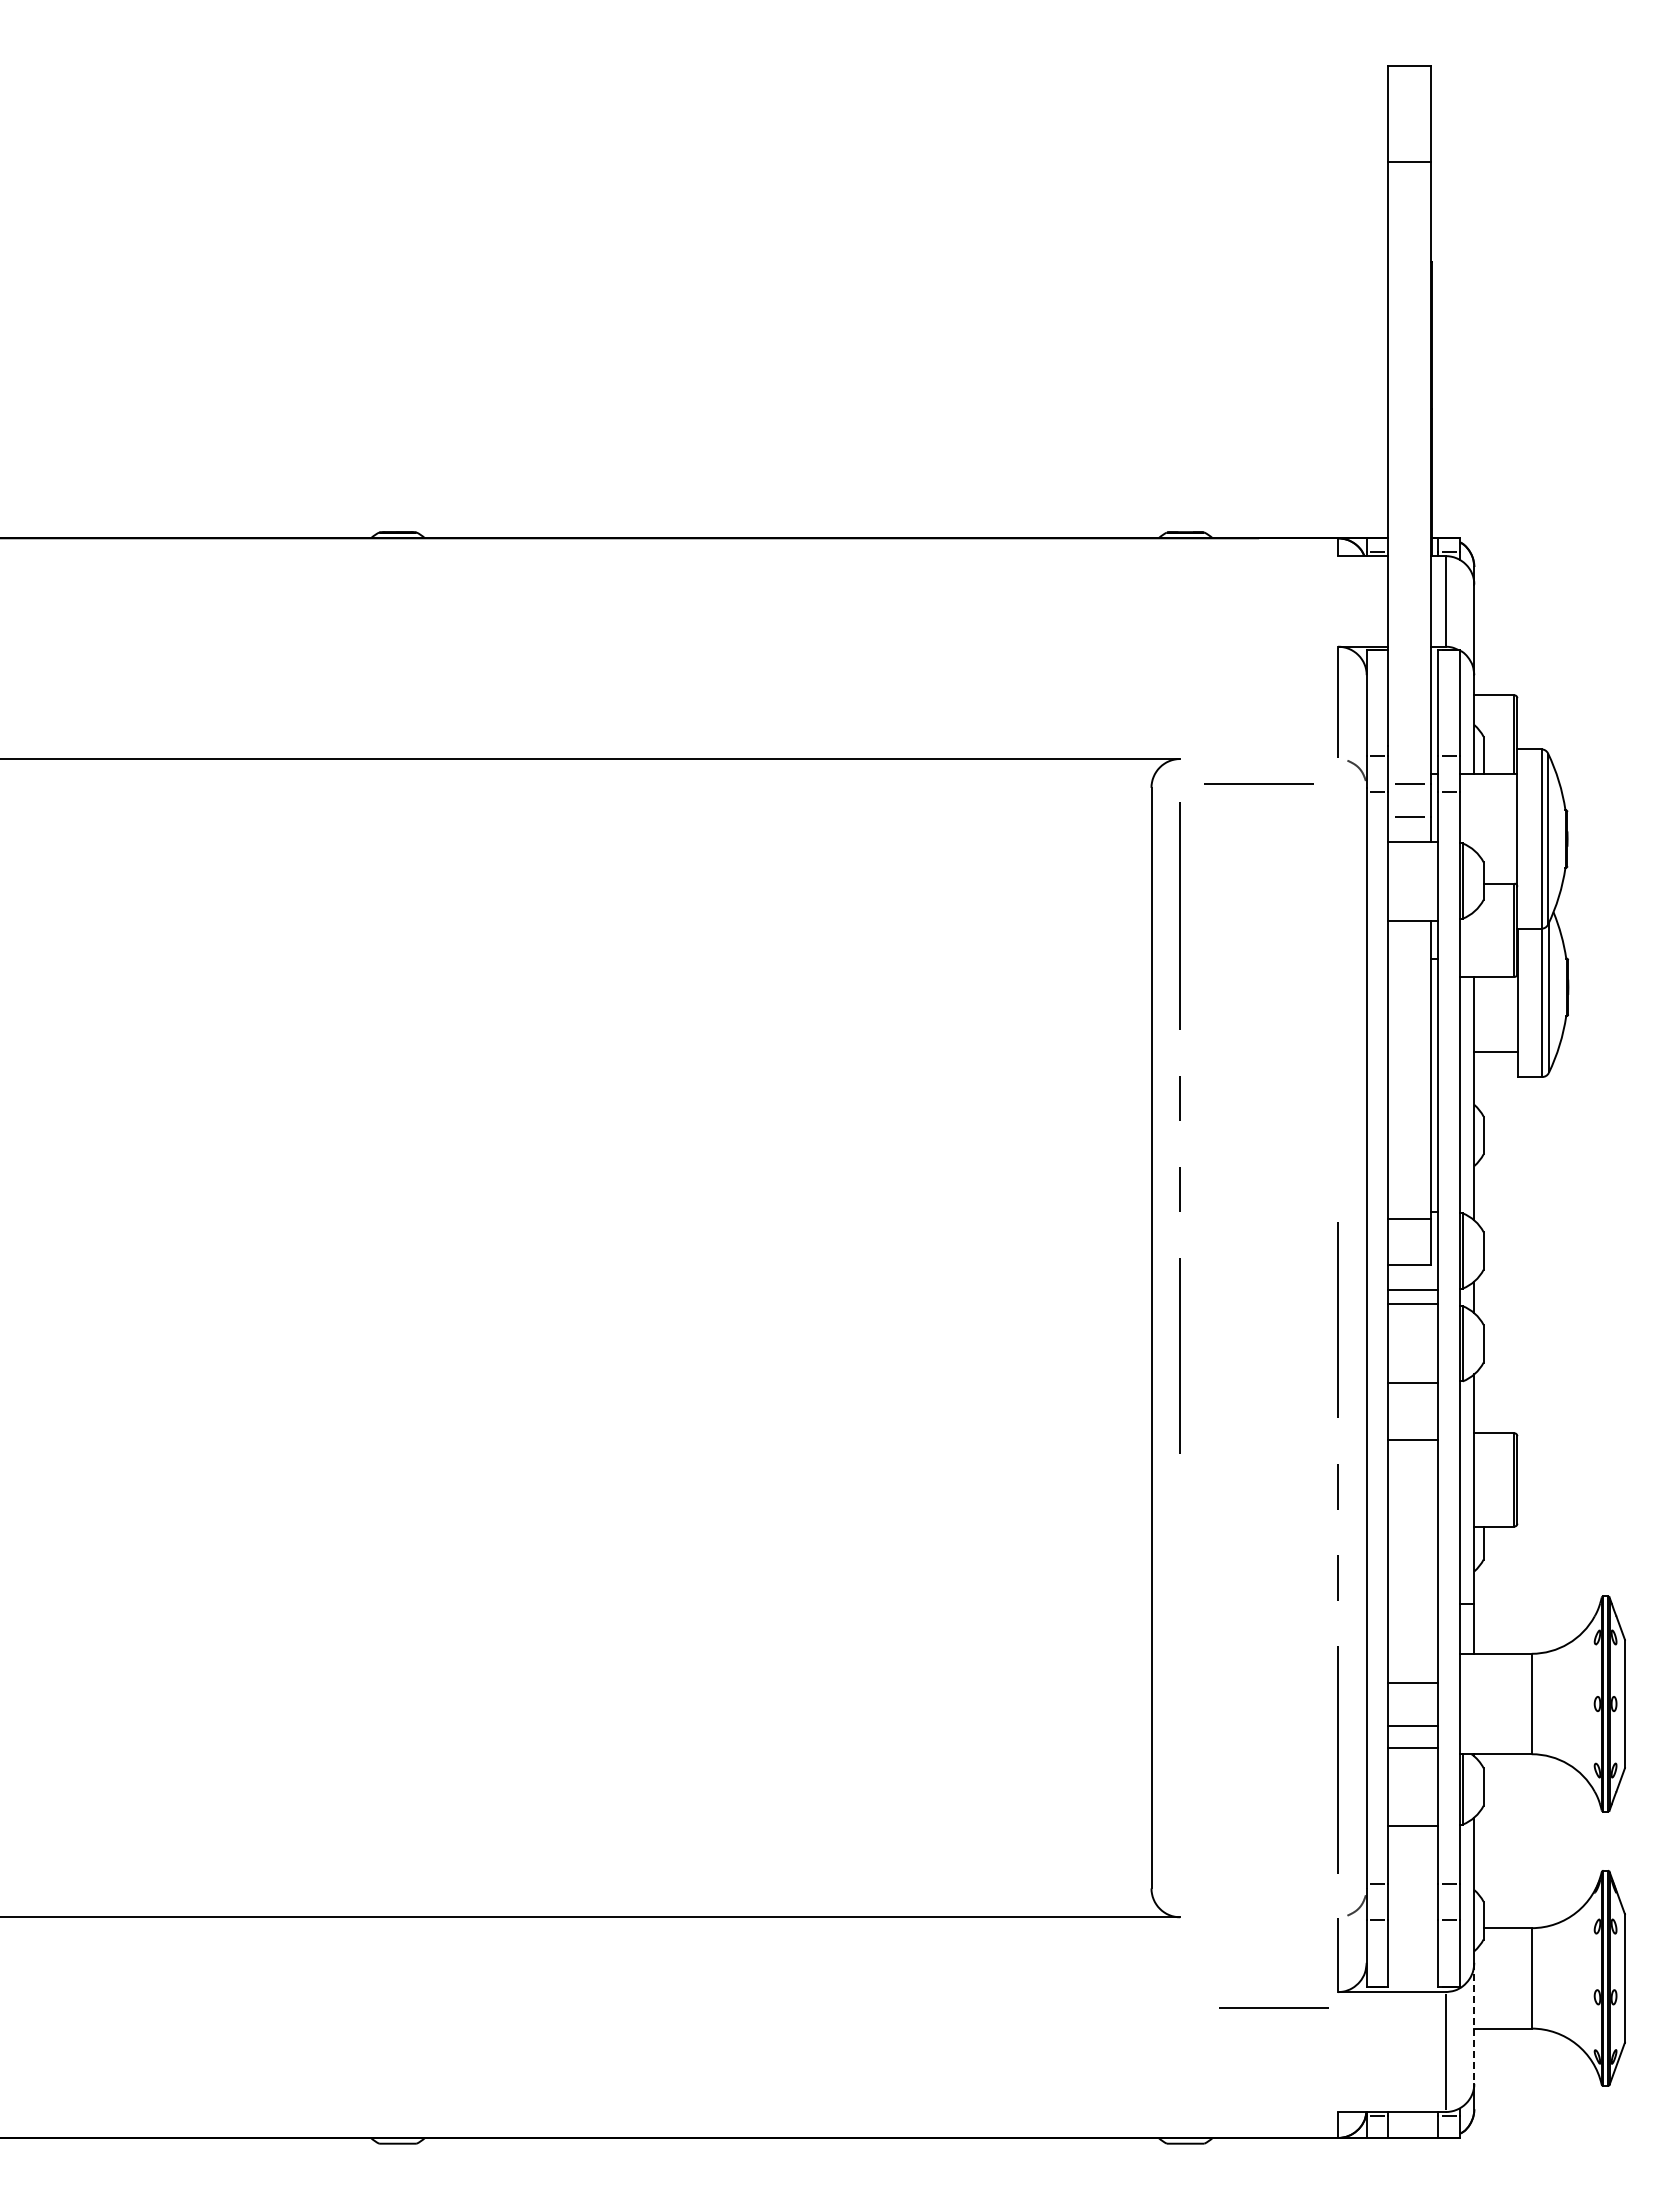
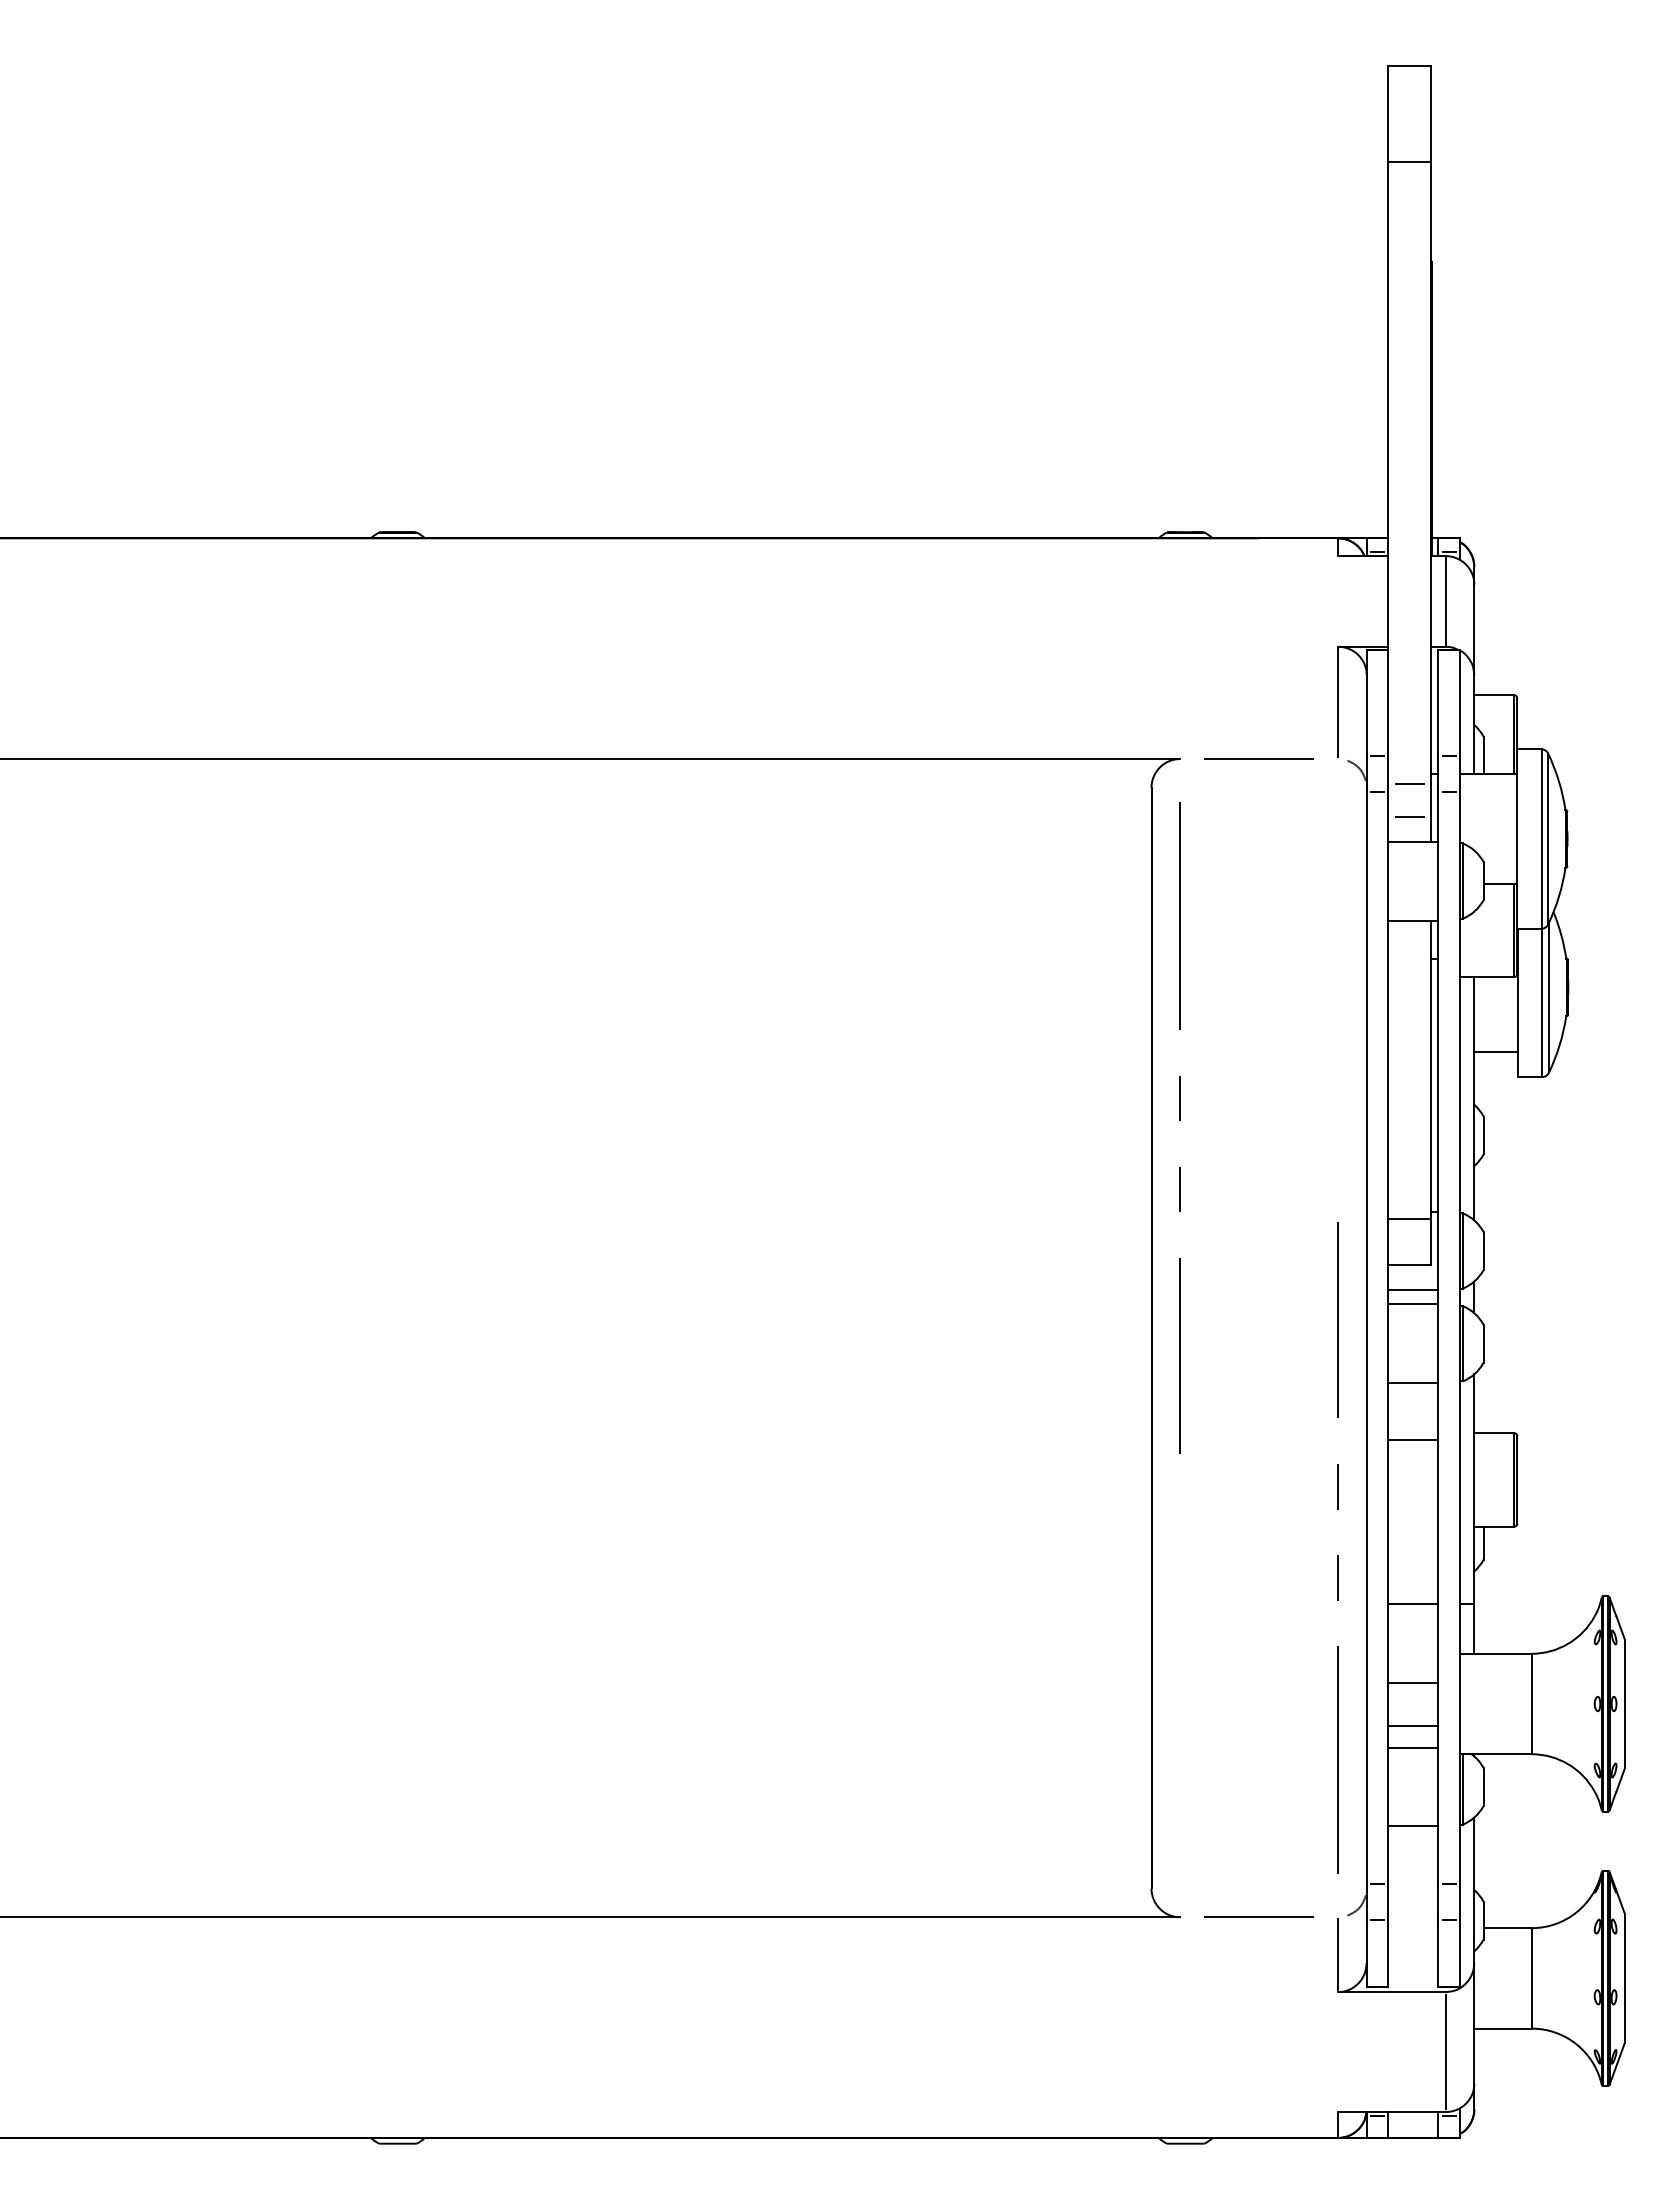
line at (1258, 783) position: (1258, 783) -> (1258, 758)
line at (1413, 1603): none -> present
line at (1273, 2007) position: (1273, 2007) -> (1258, 1916)
line at (1474, 2023): dashed -> solid
